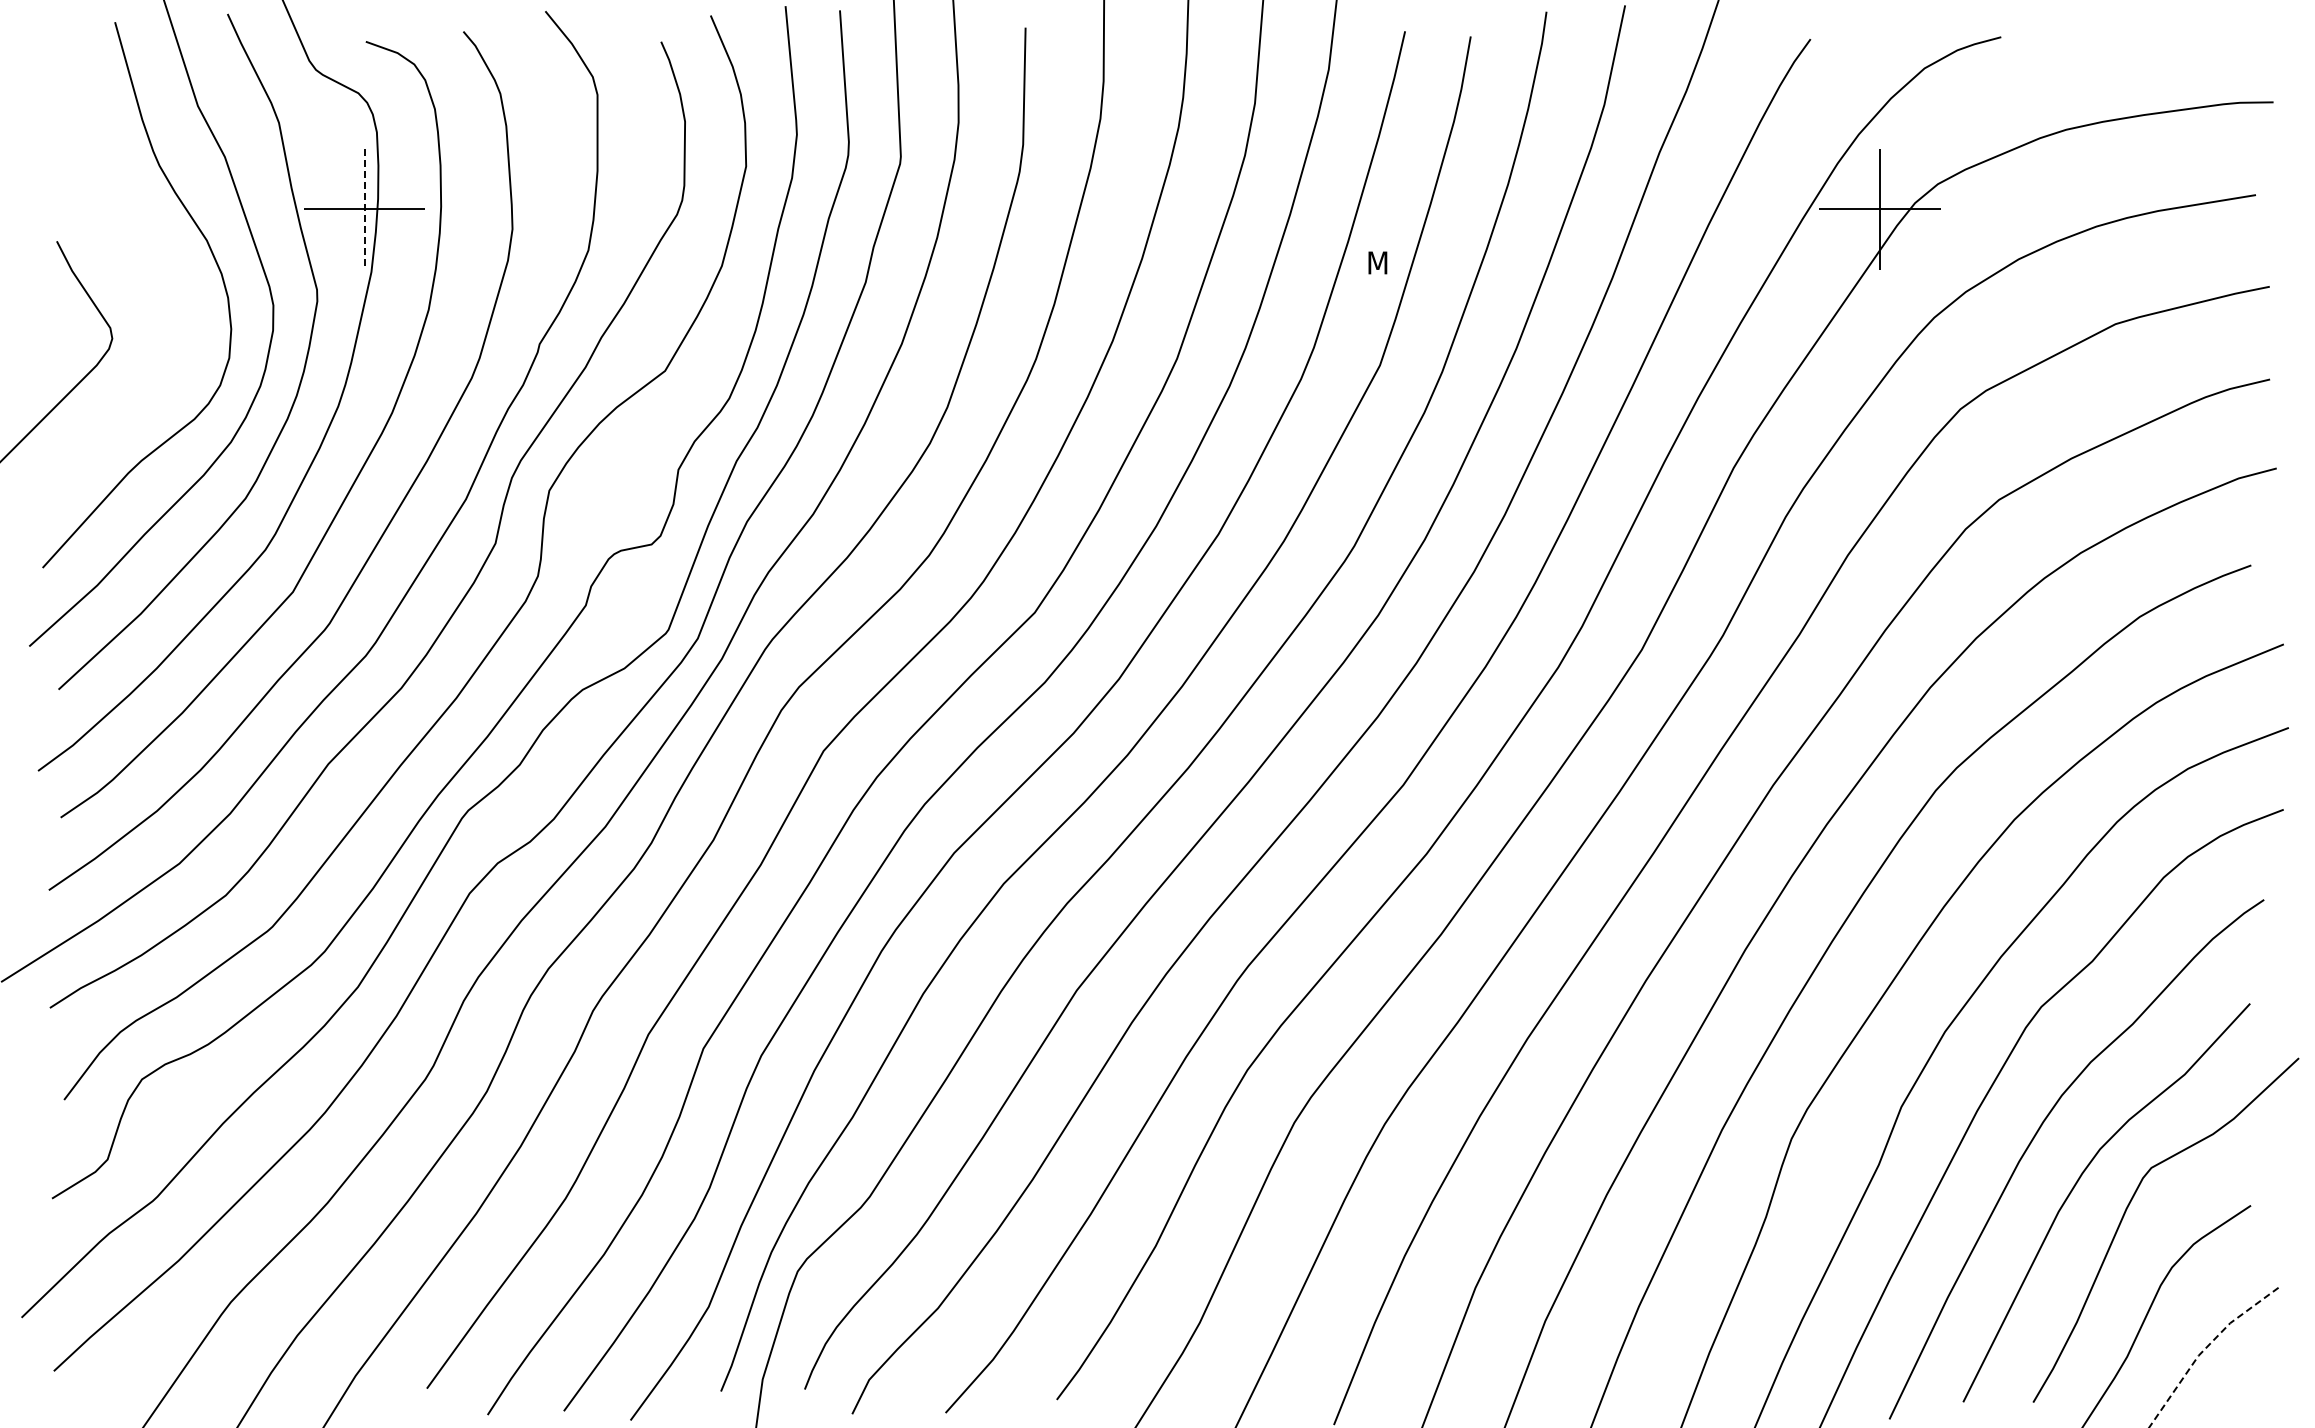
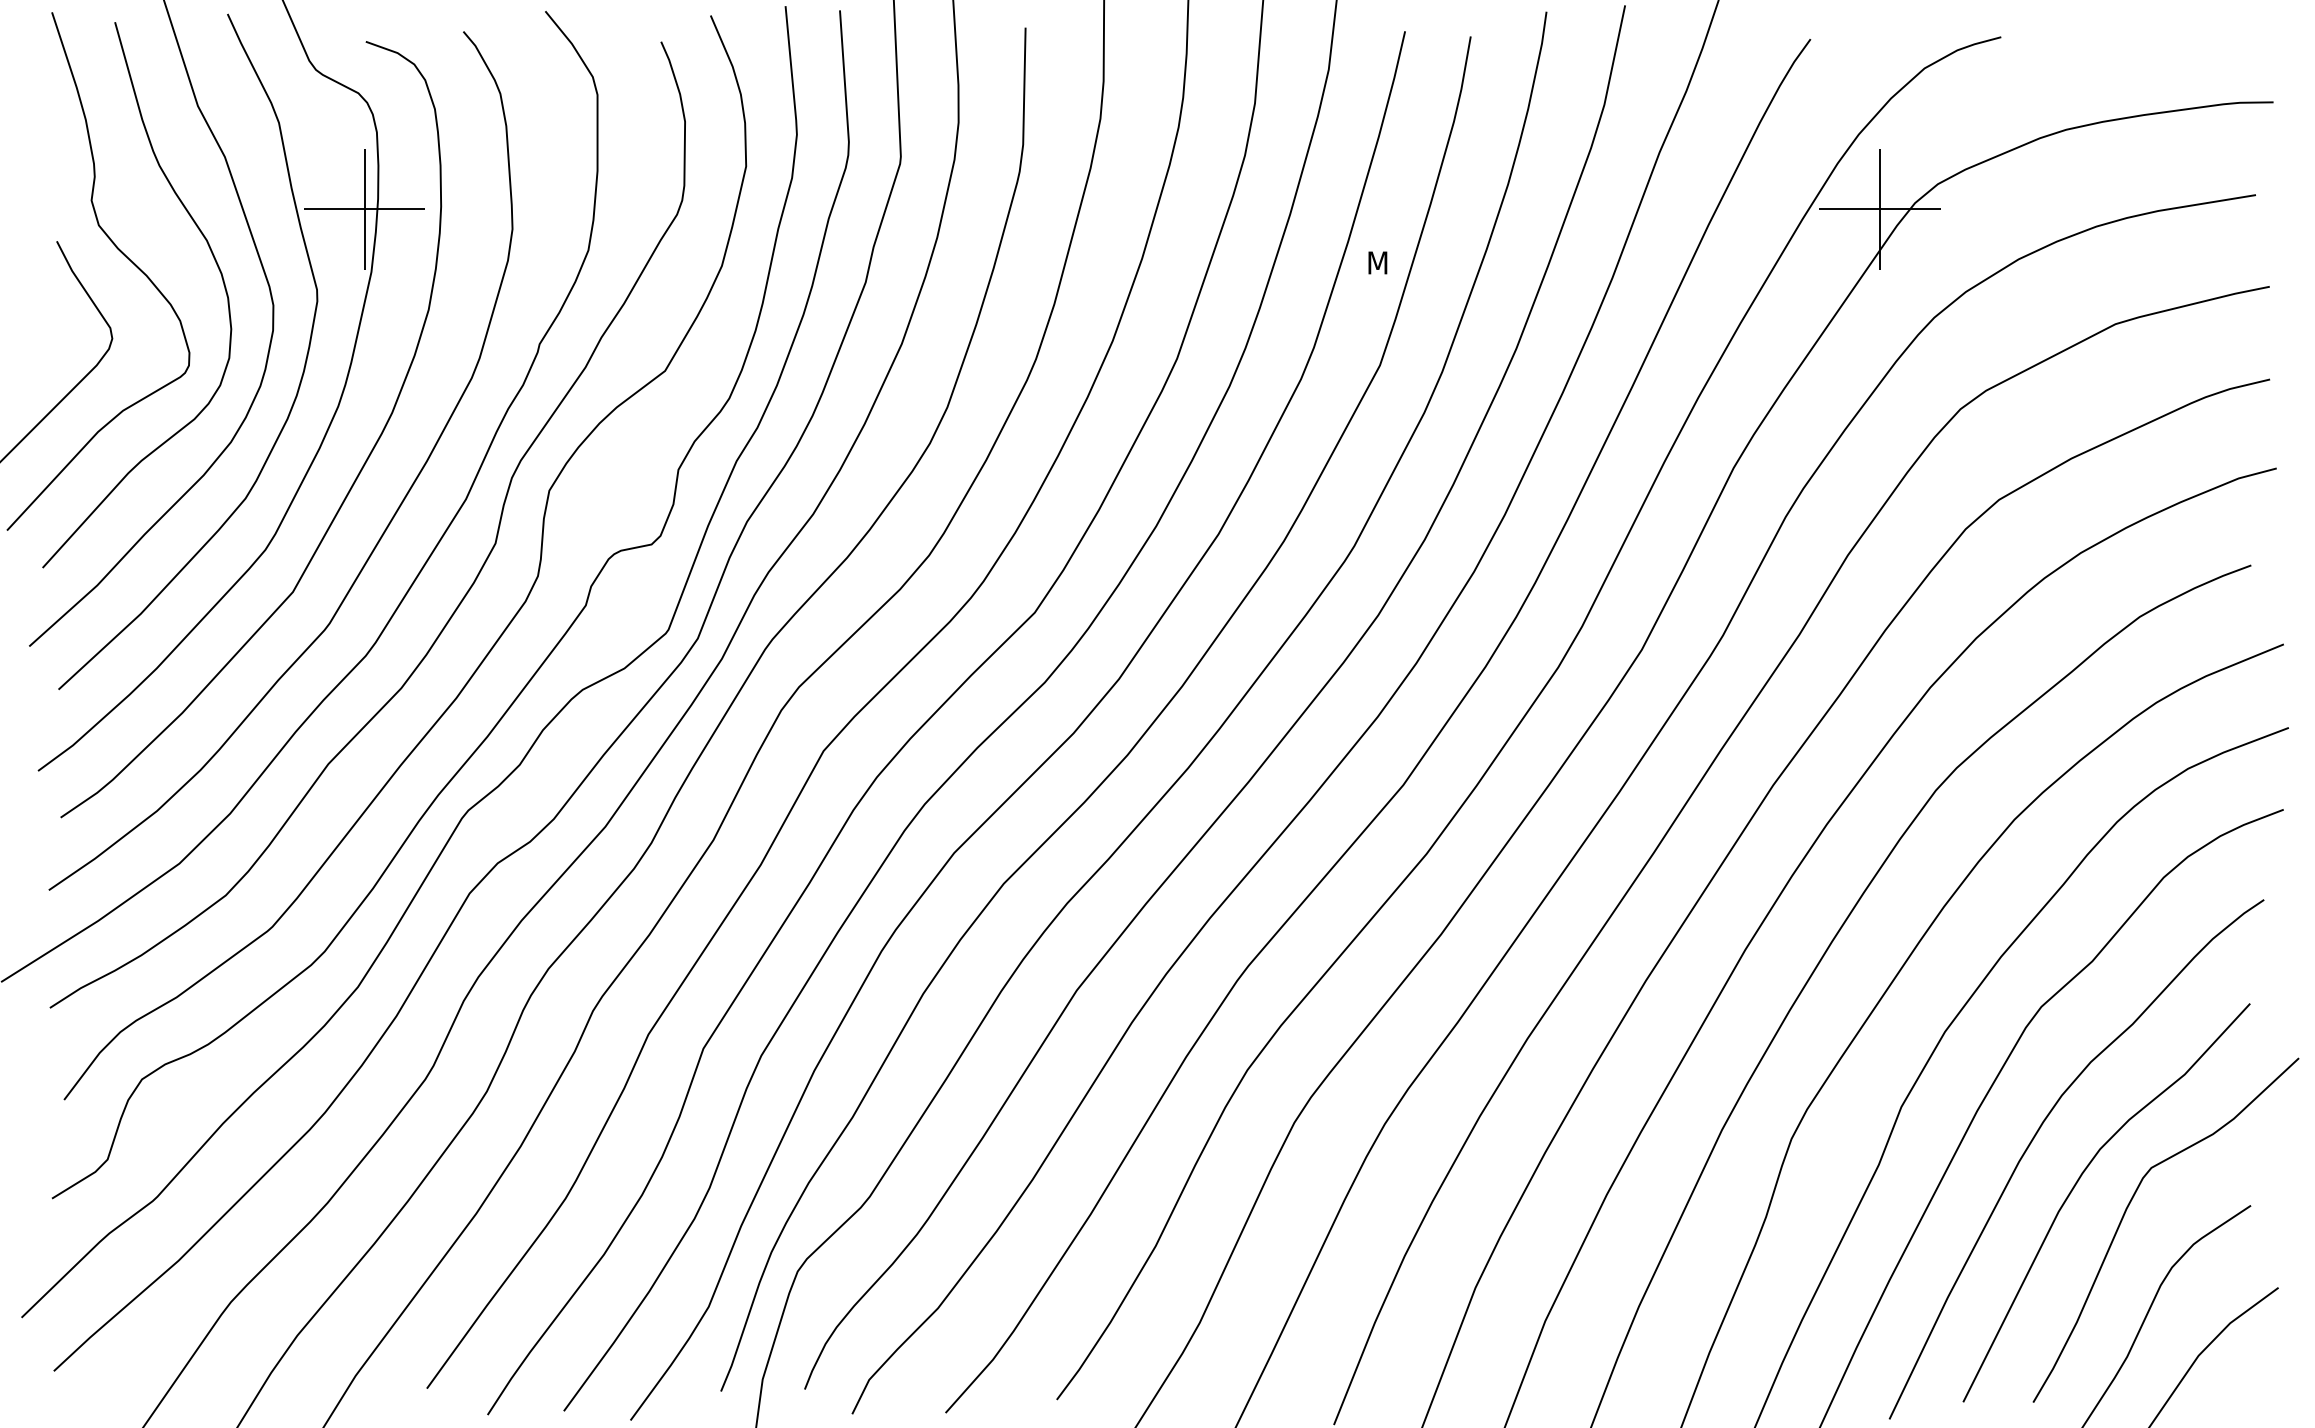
line at (364, 209): dashed -> solid
curve at (118, 250): none -> present
line at (2204, 1349): dashed -> solid
